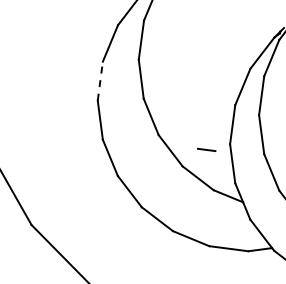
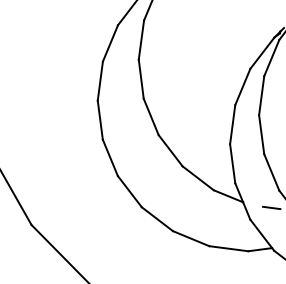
line at (100, 81): dashed -> solid
line at (206, 149) position: (206, 149) -> (271, 207)
